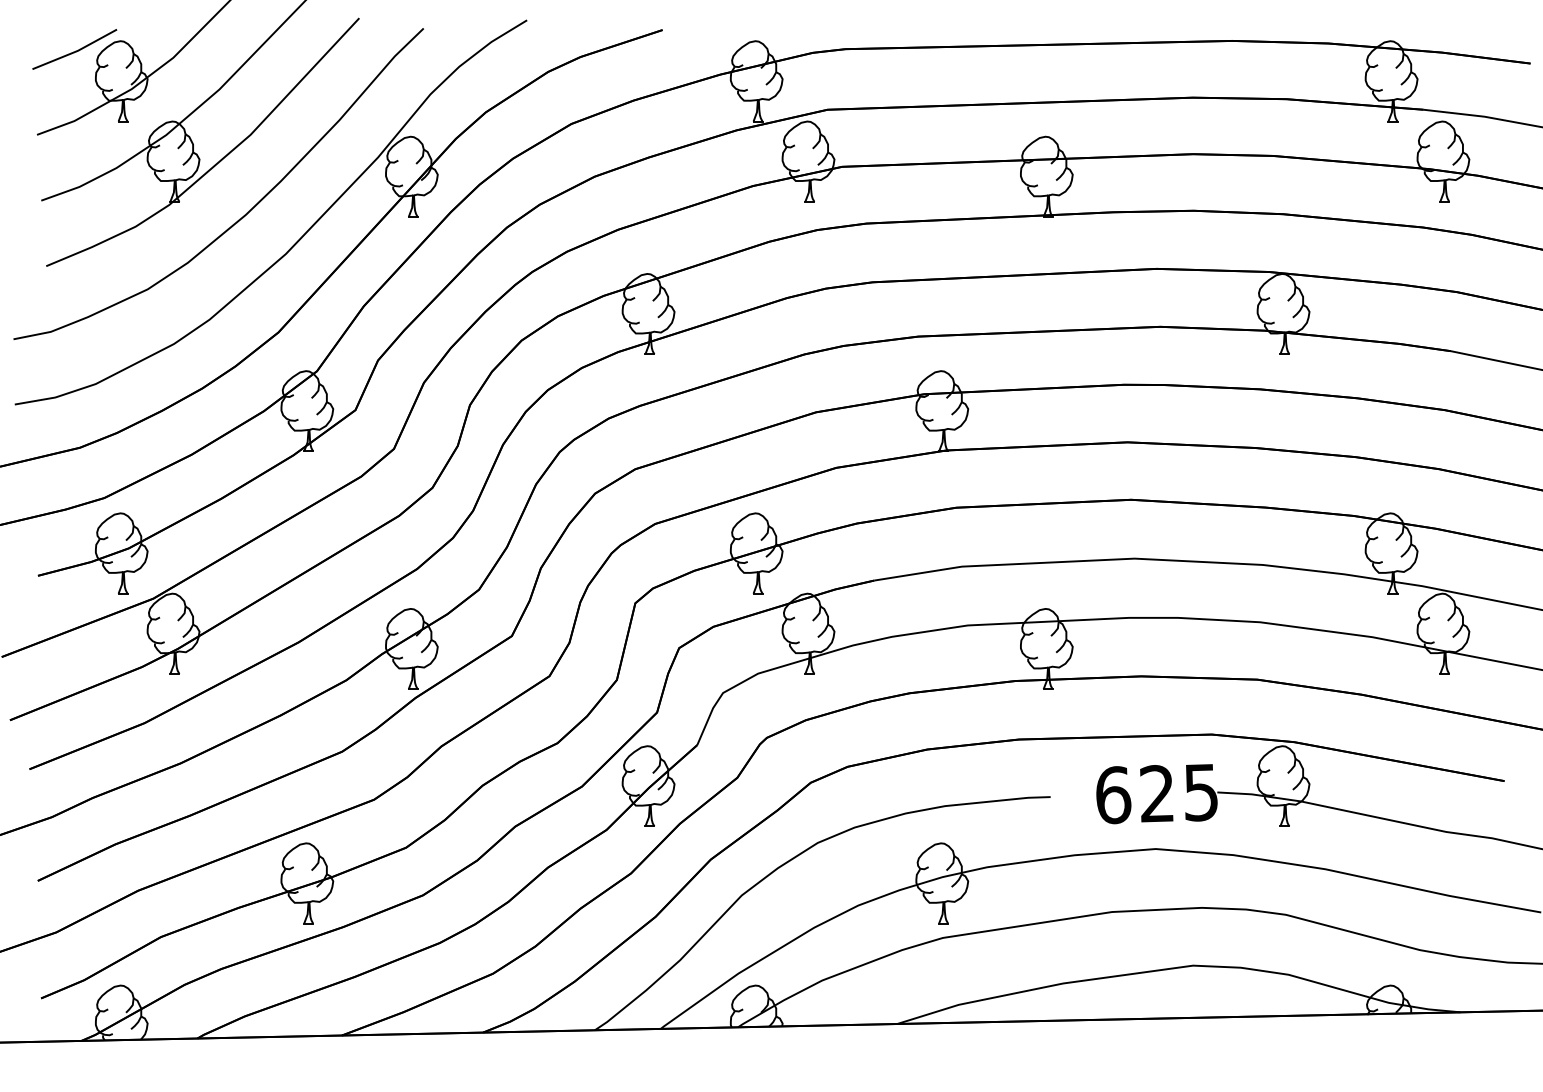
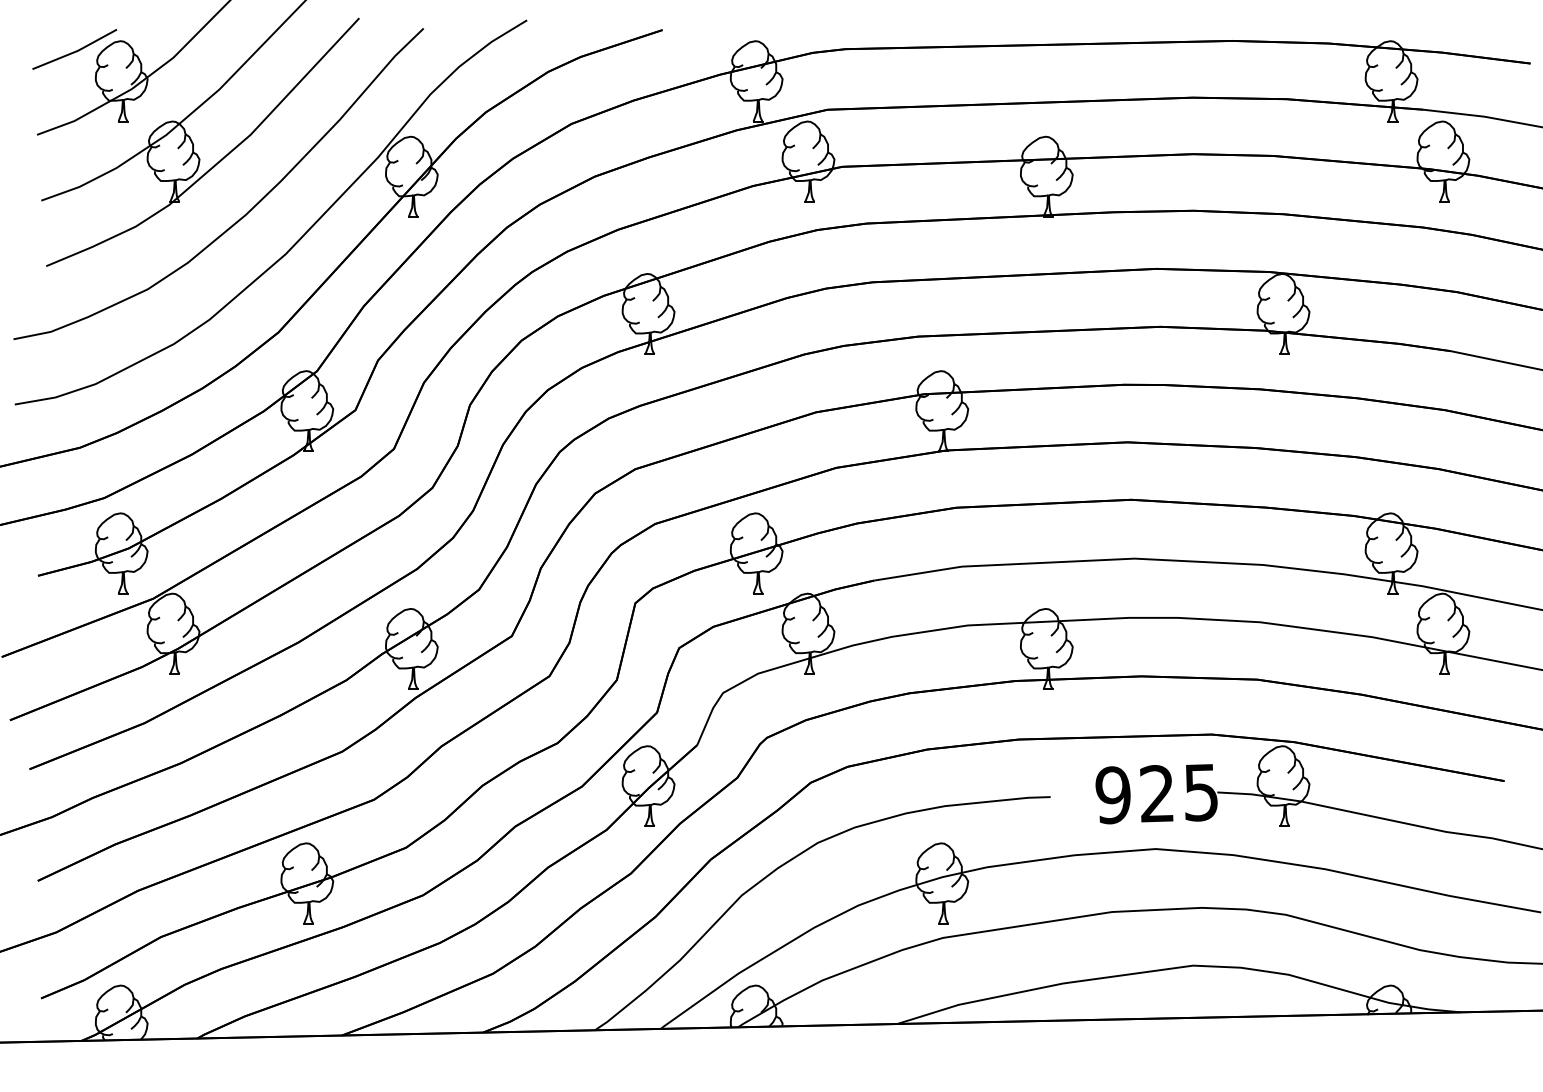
text at (1113, 795): 625 -> 925
